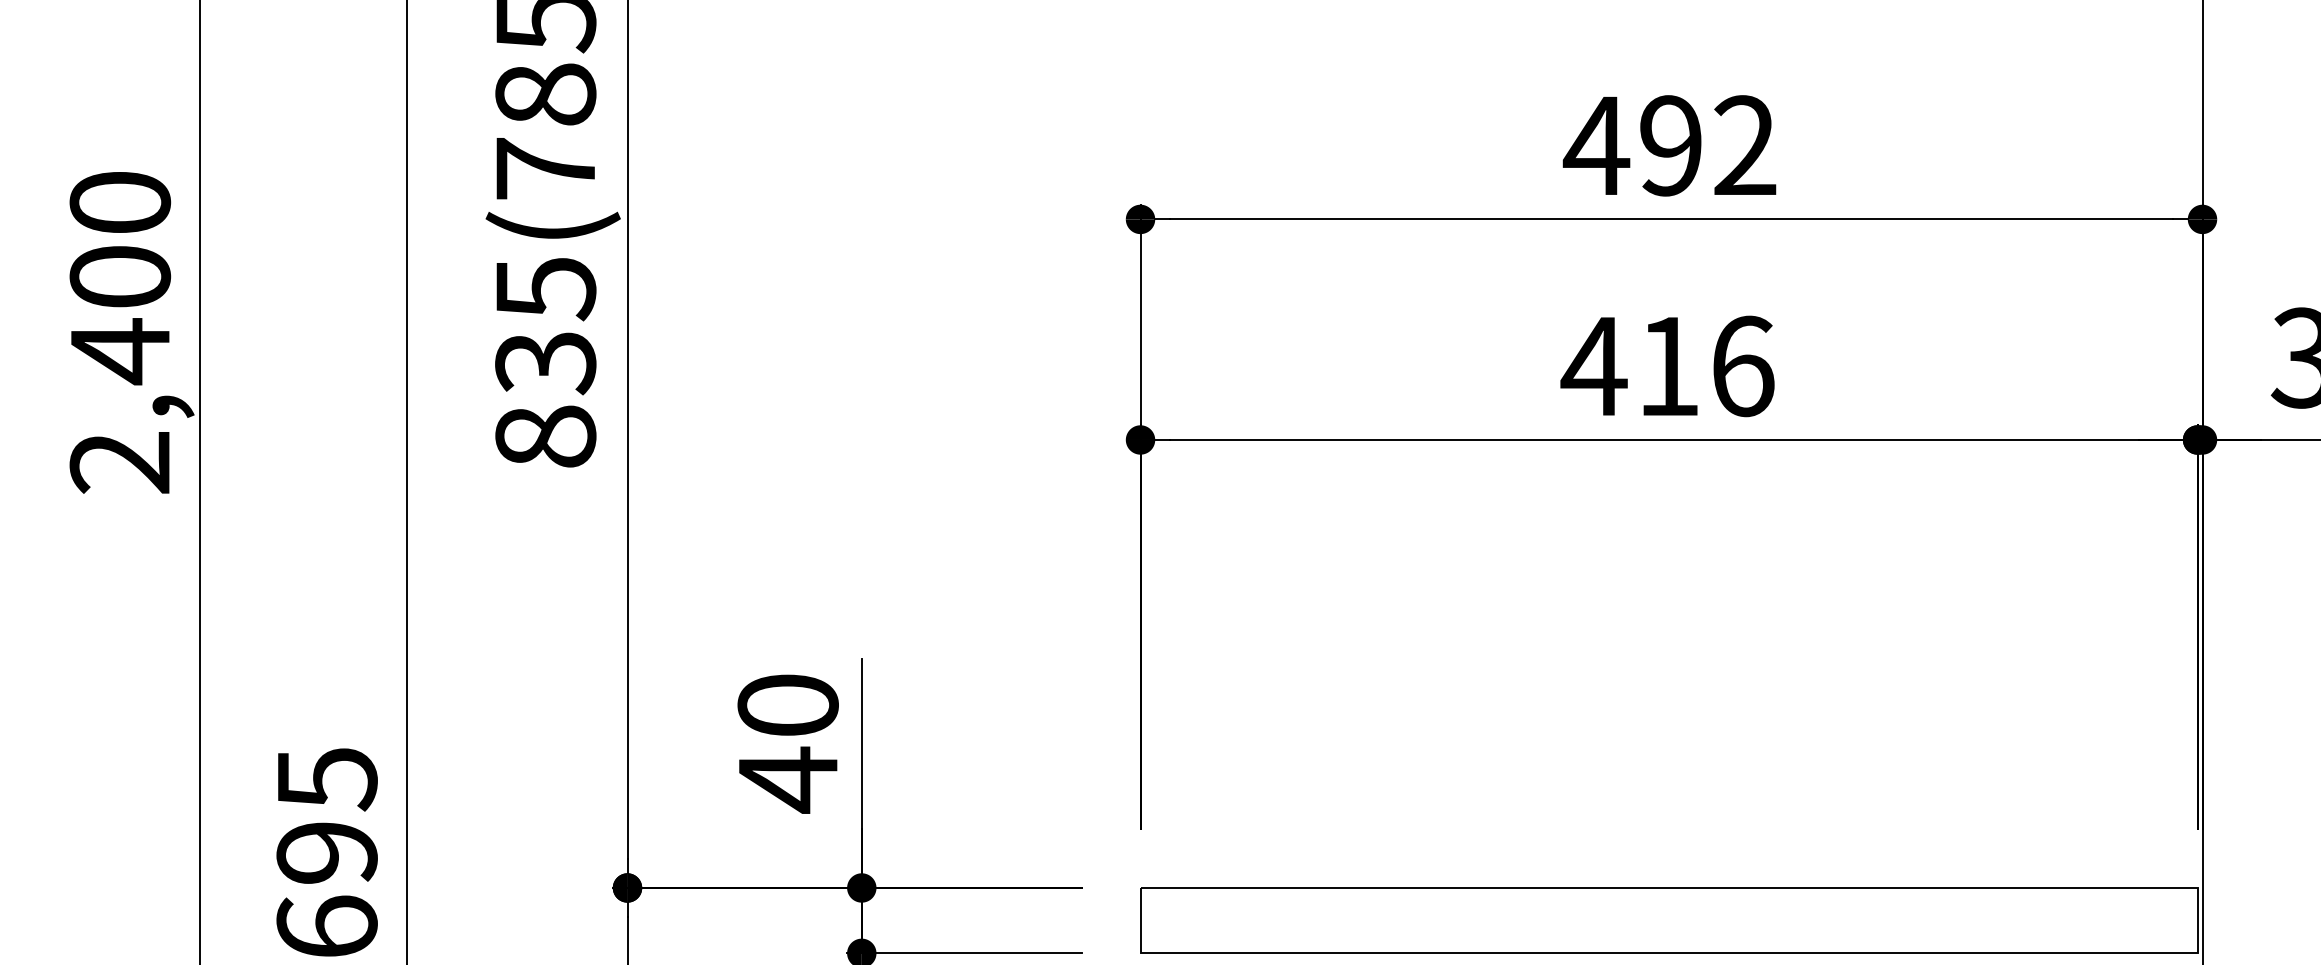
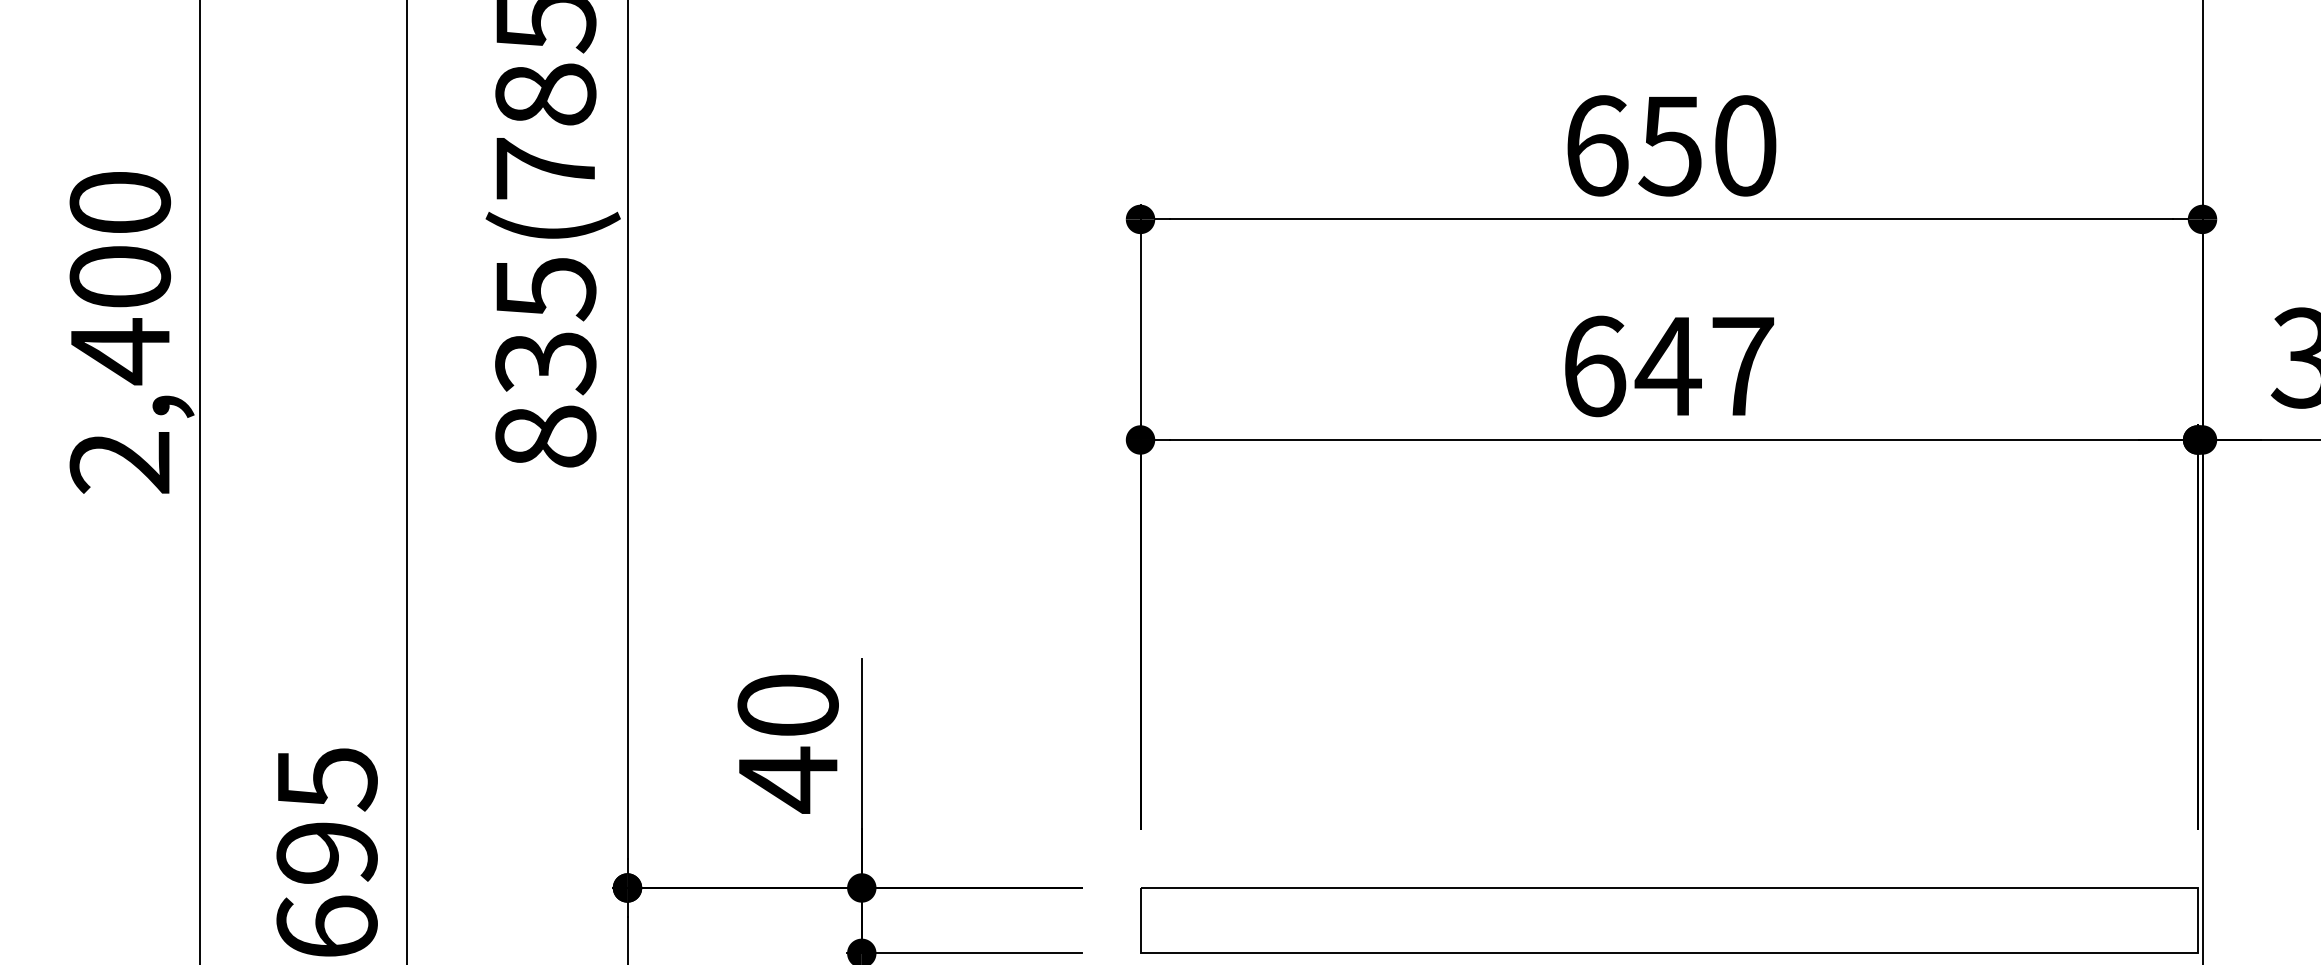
text at (1669, 145): 492 -> 650
text at (1667, 366): 416 -> 647
